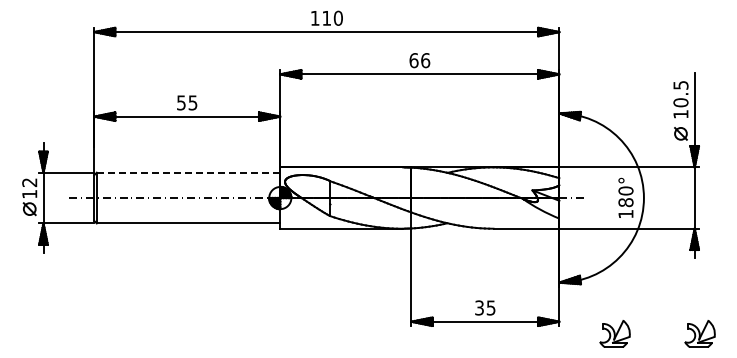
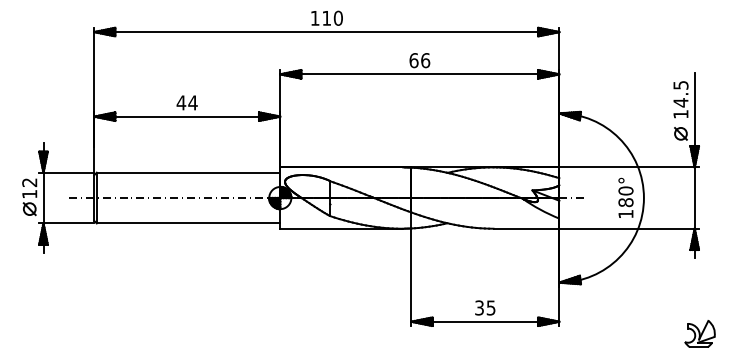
text at (186, 102): 55 -> 44
text at (680, 102): 10.5 -> 14.5
line at (188, 172): dashed -> solid
part at (614, 333): present -> none
